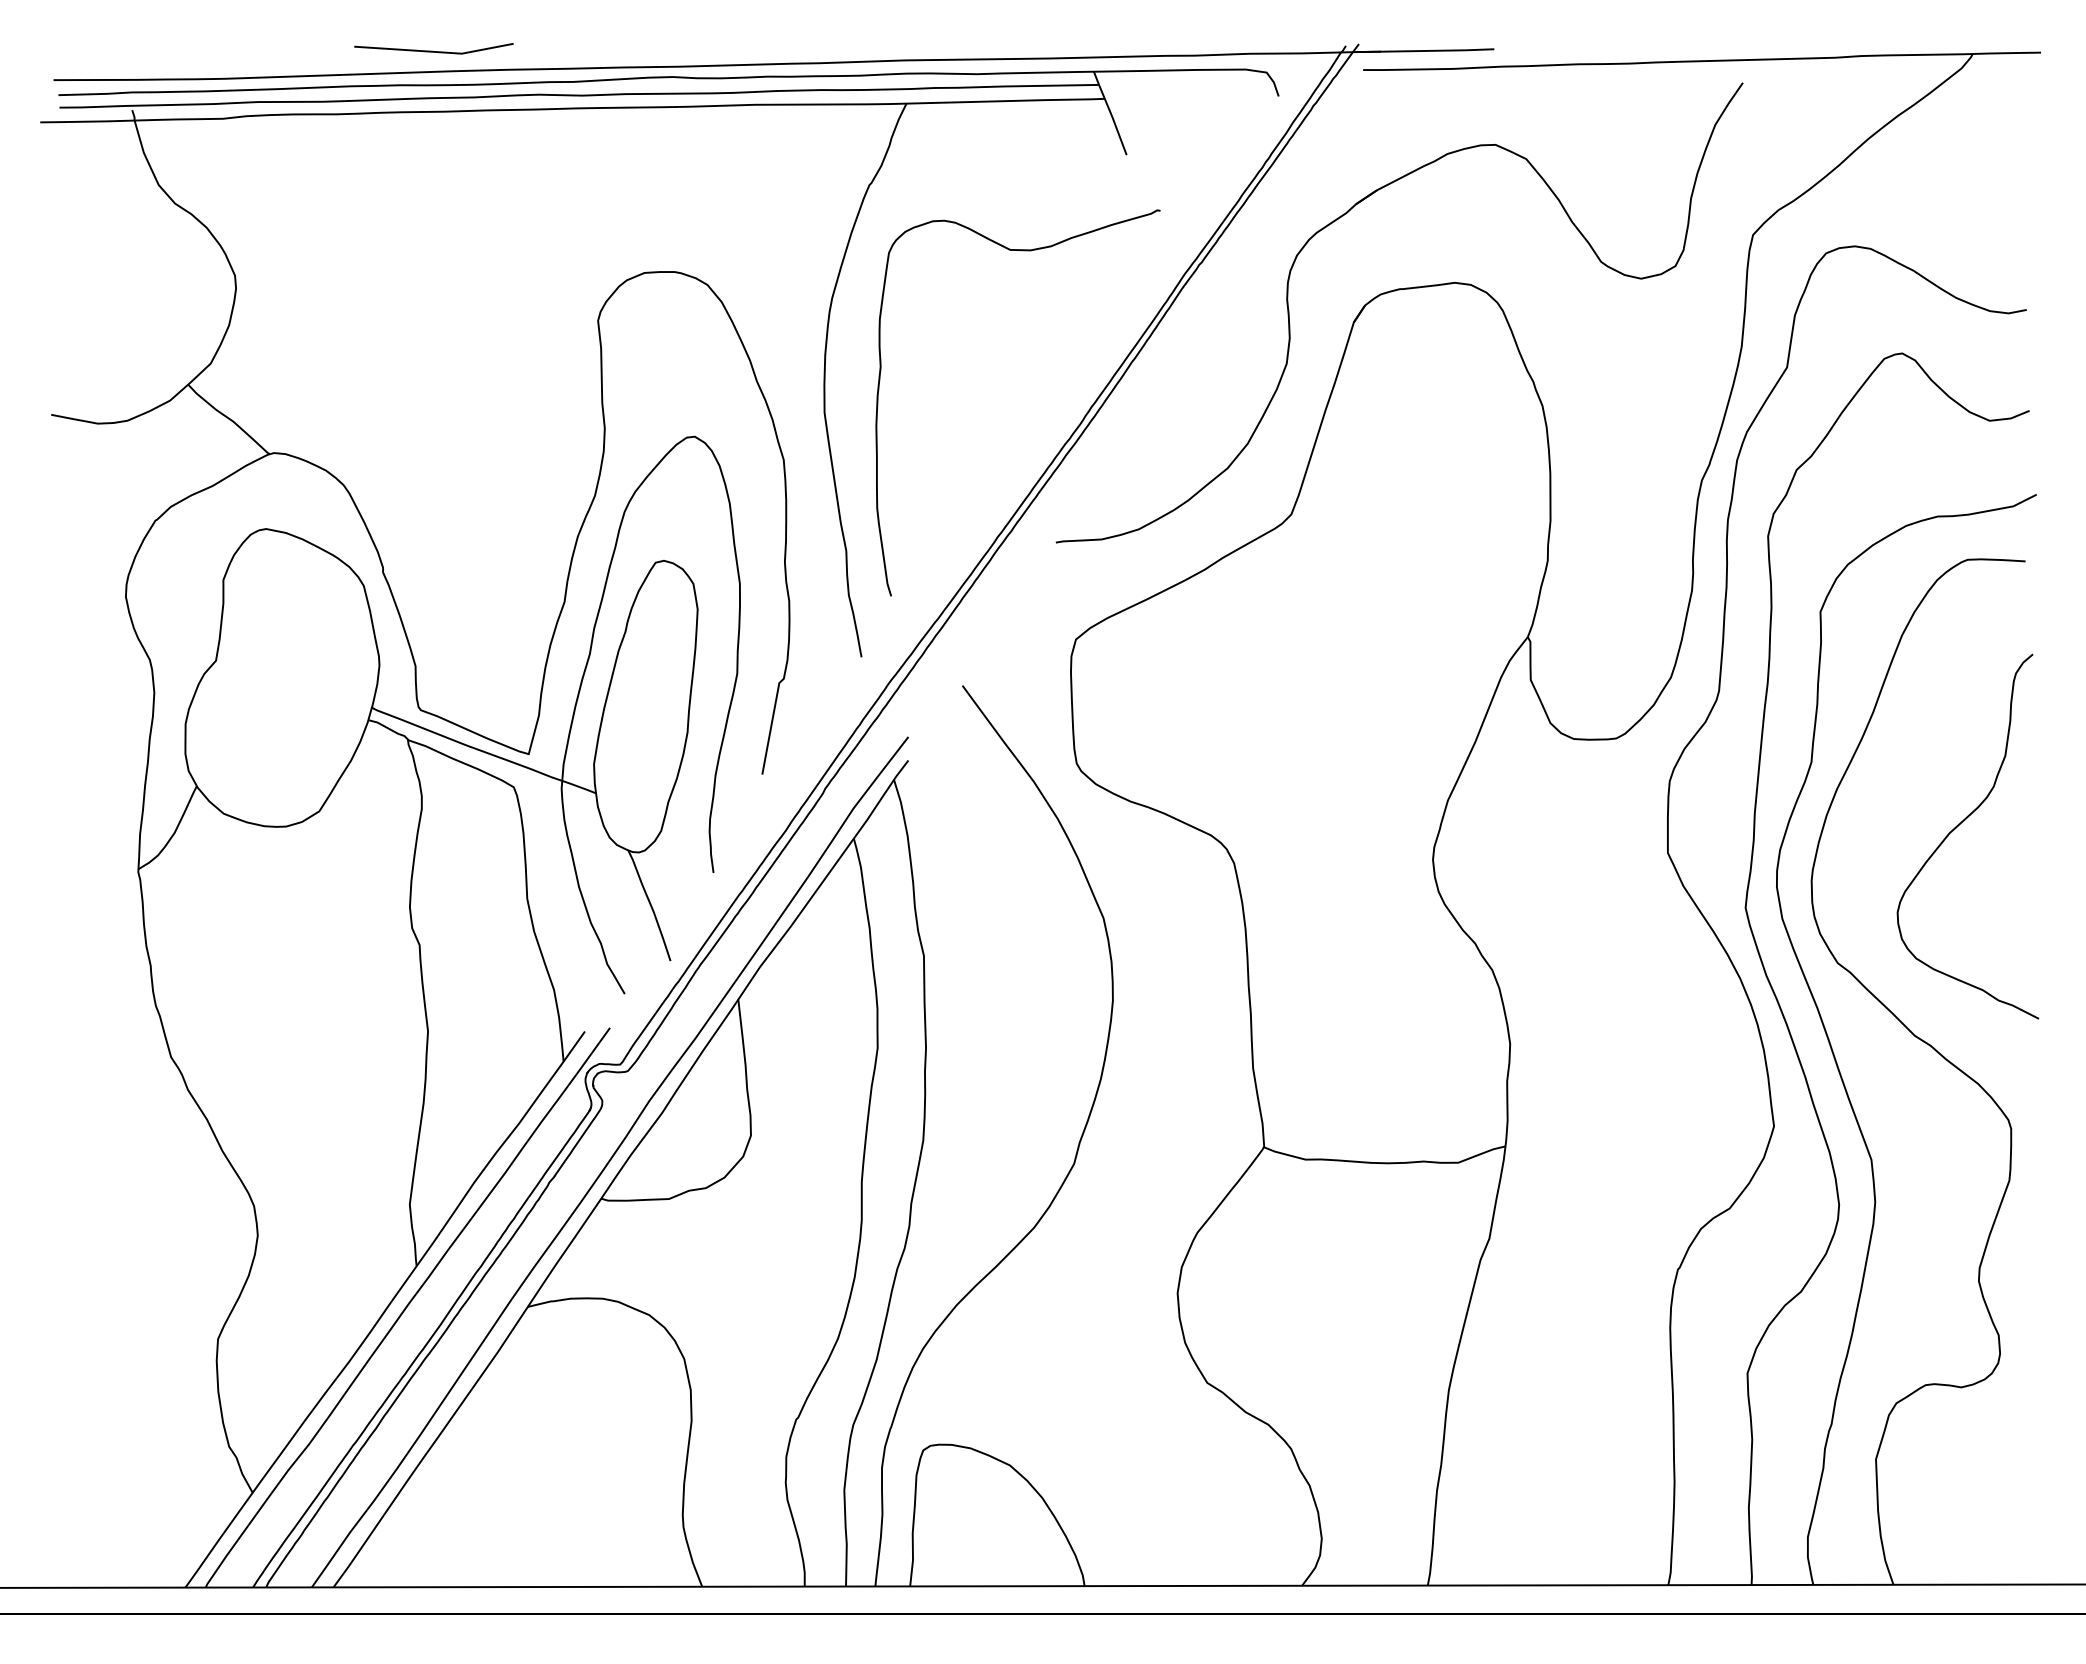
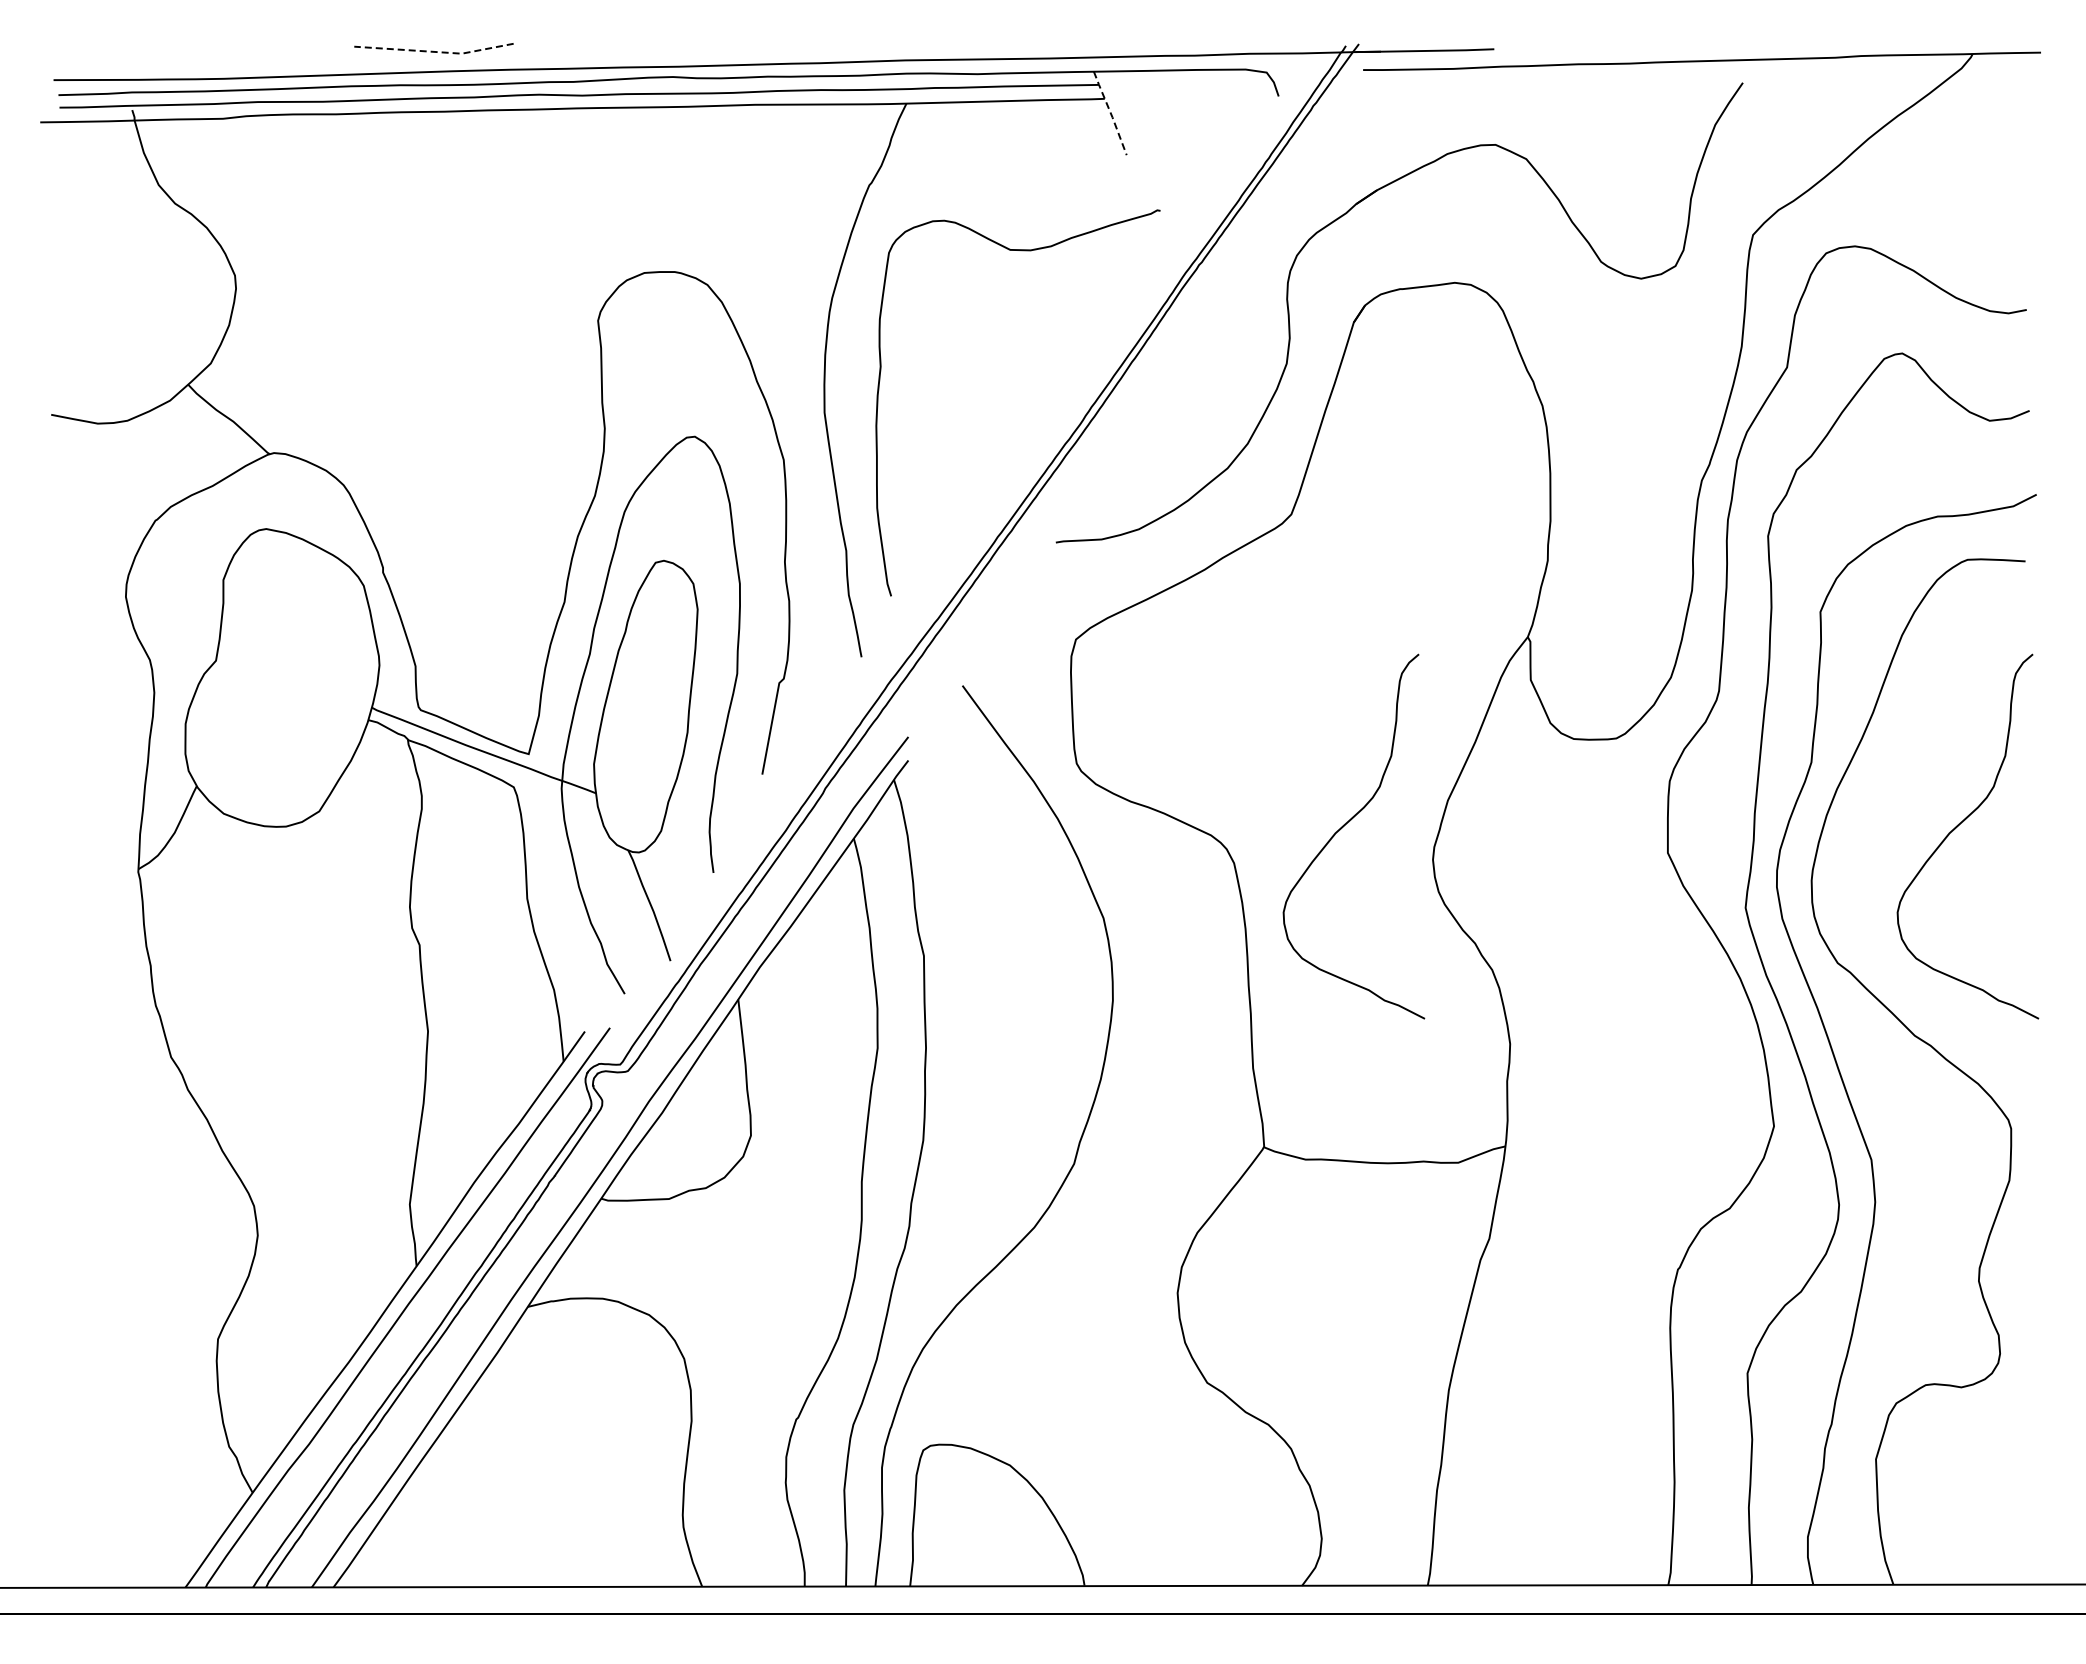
line at (434, 51): solid -> dashed
line at (1110, 112): solid -> dashed
curve at (1344, 826): none -> present
